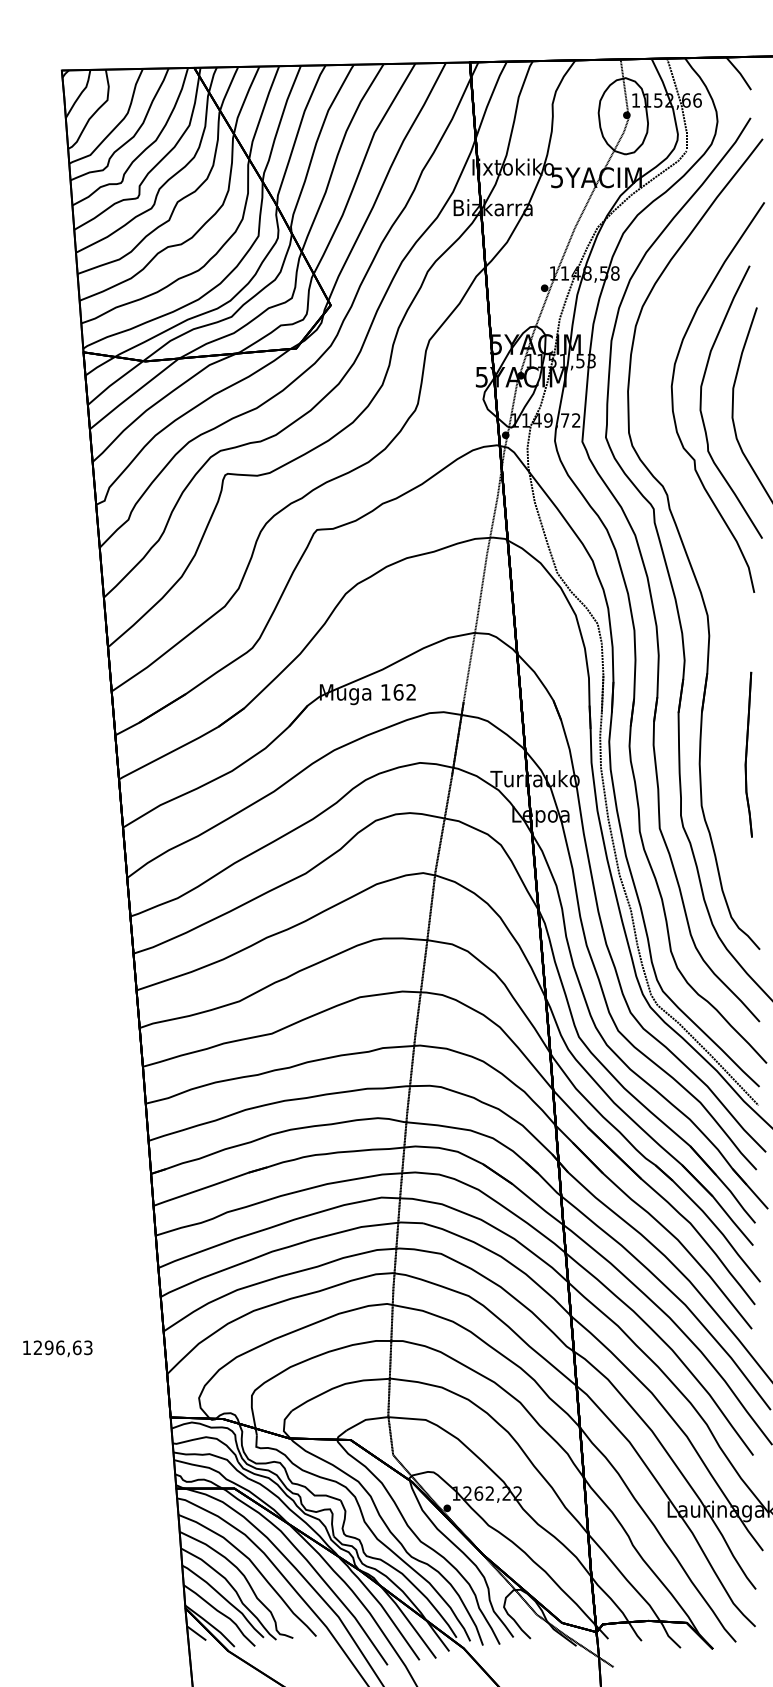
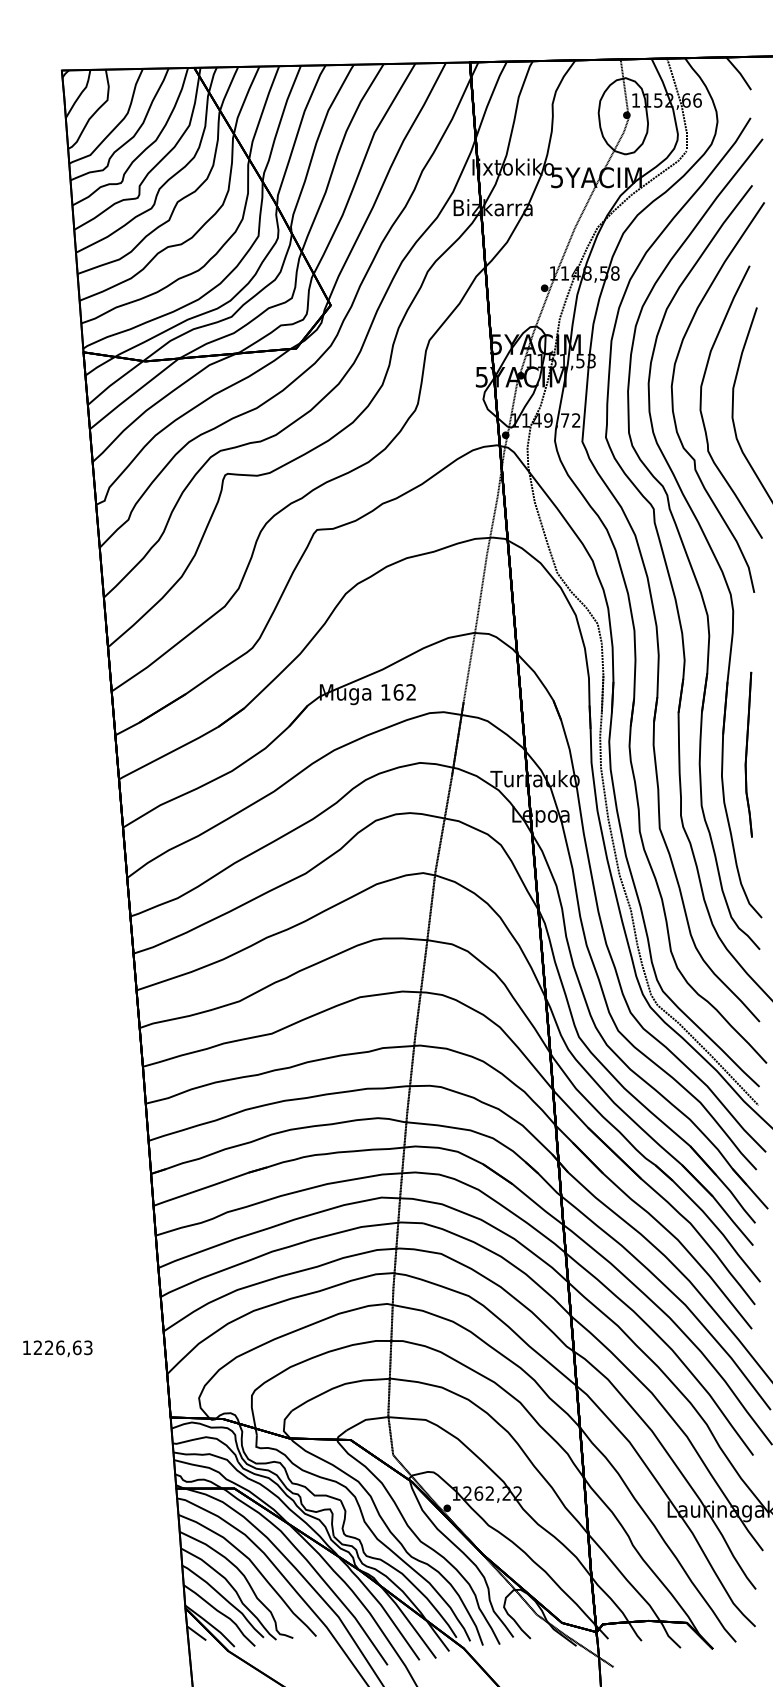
part at (710, 550): none -> present
text at (48, 1347): 1296,63 -> 1226,63
